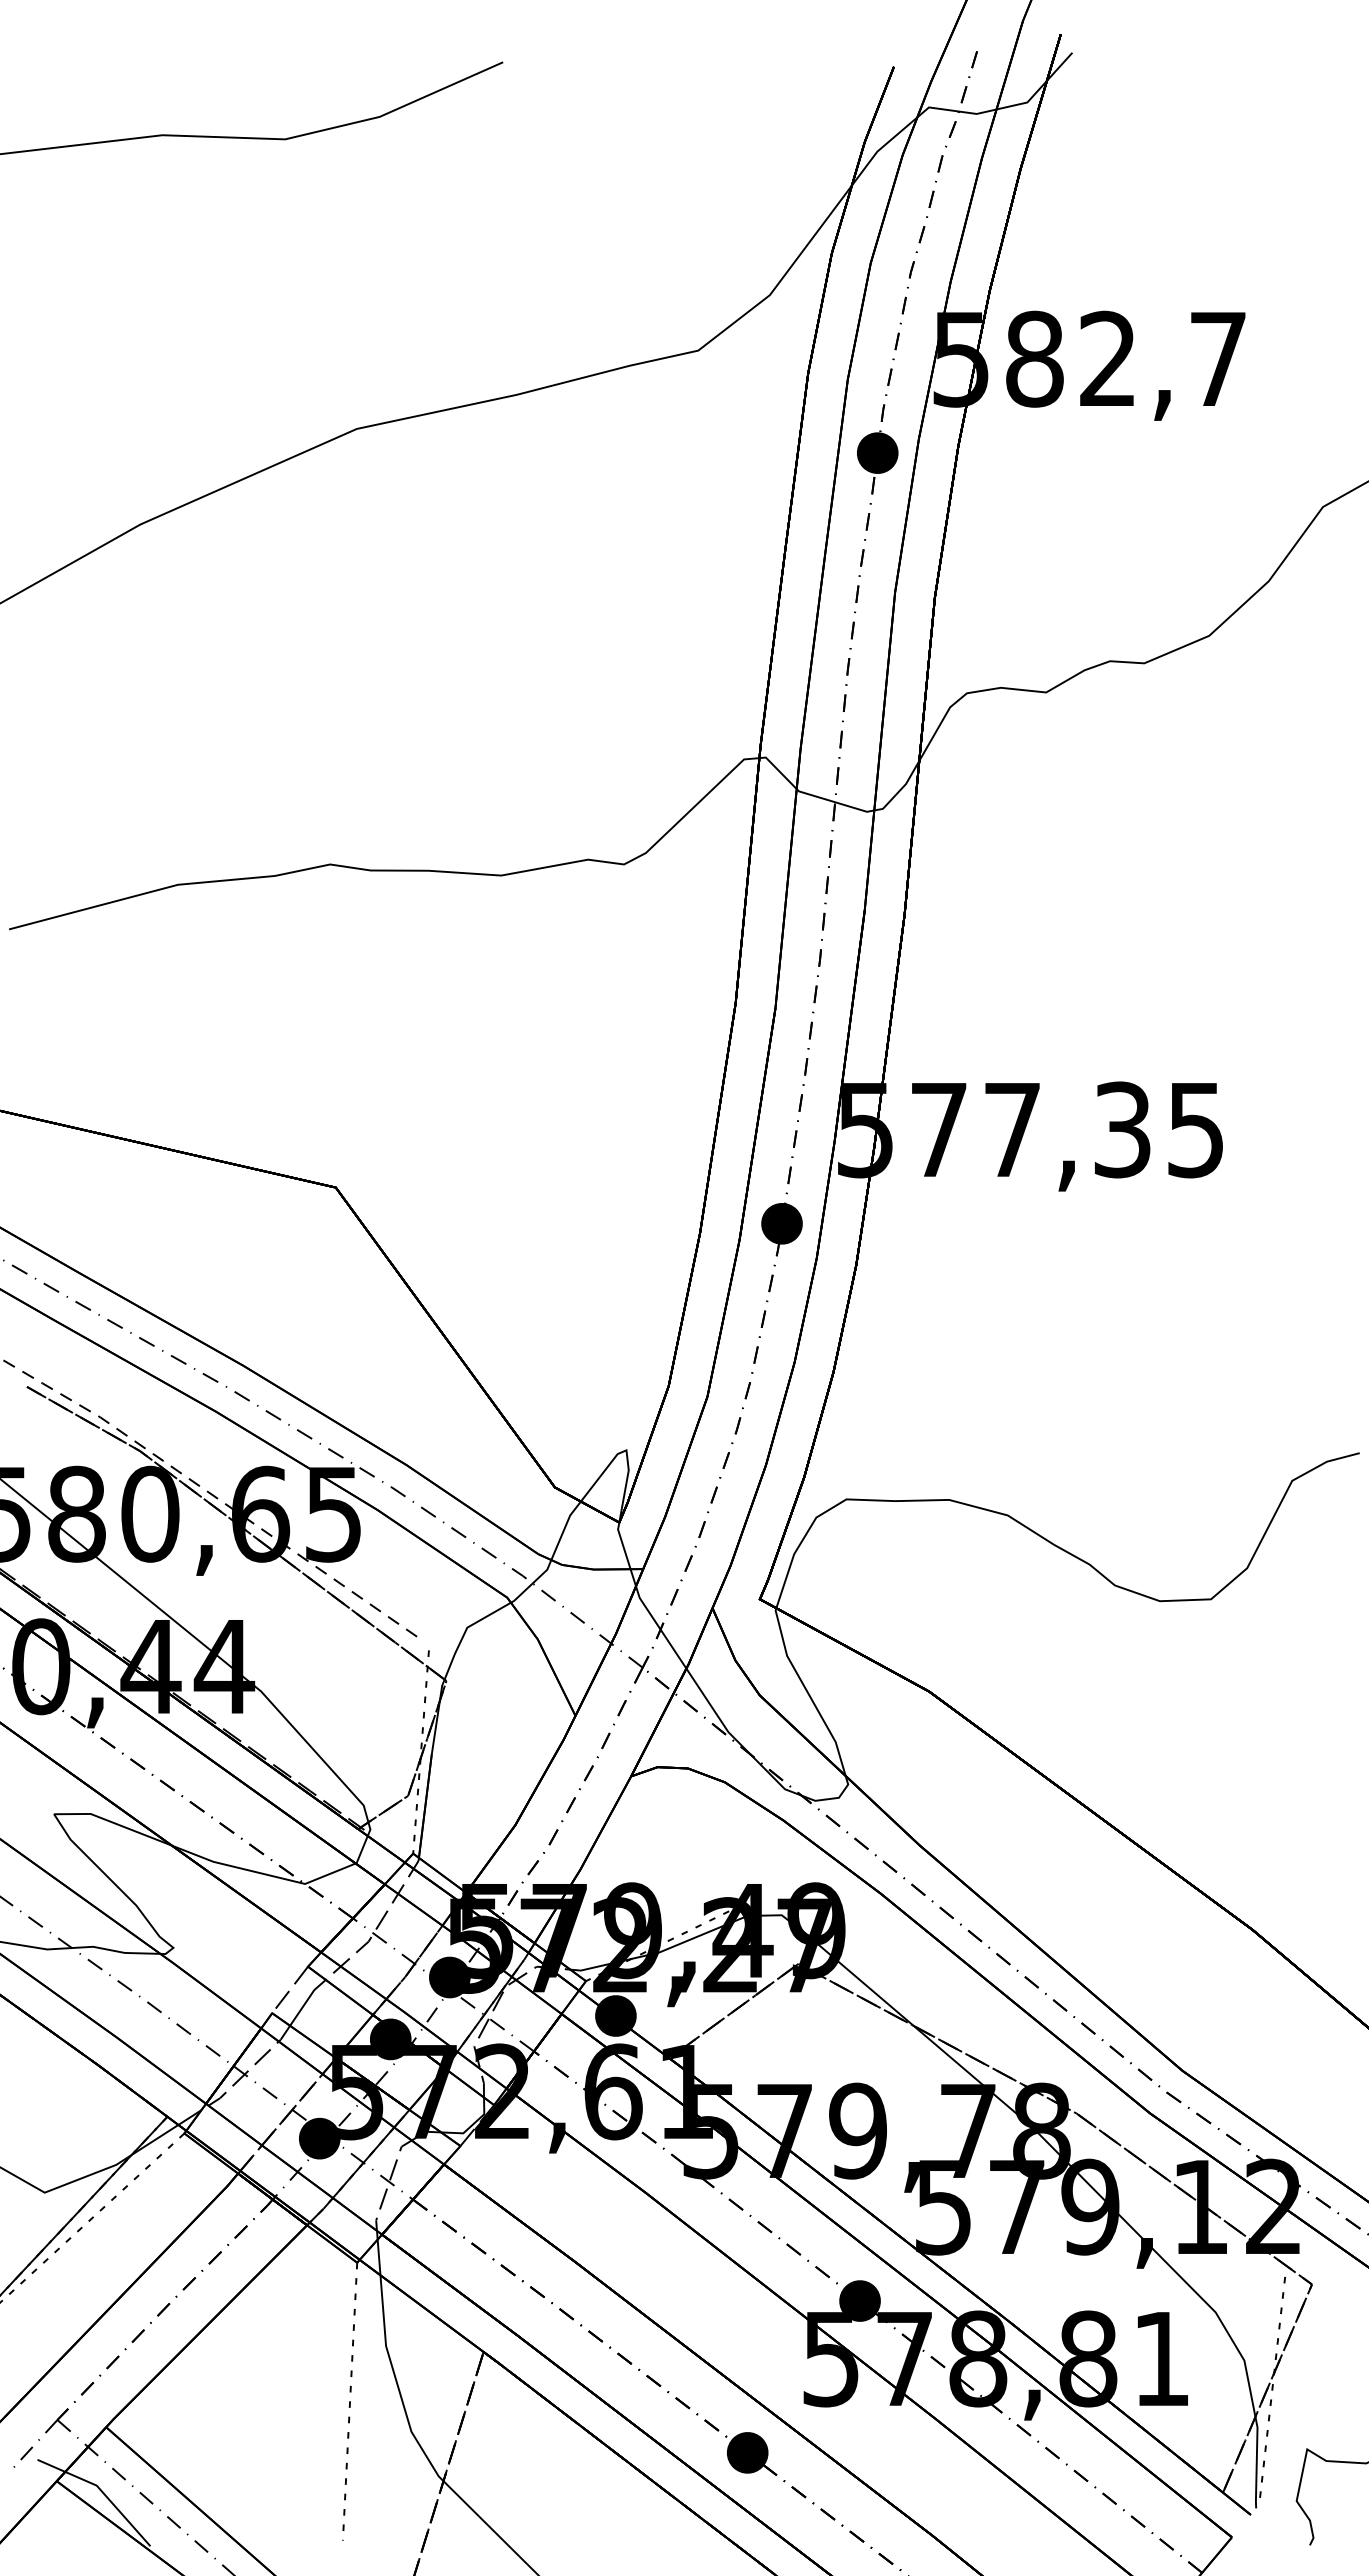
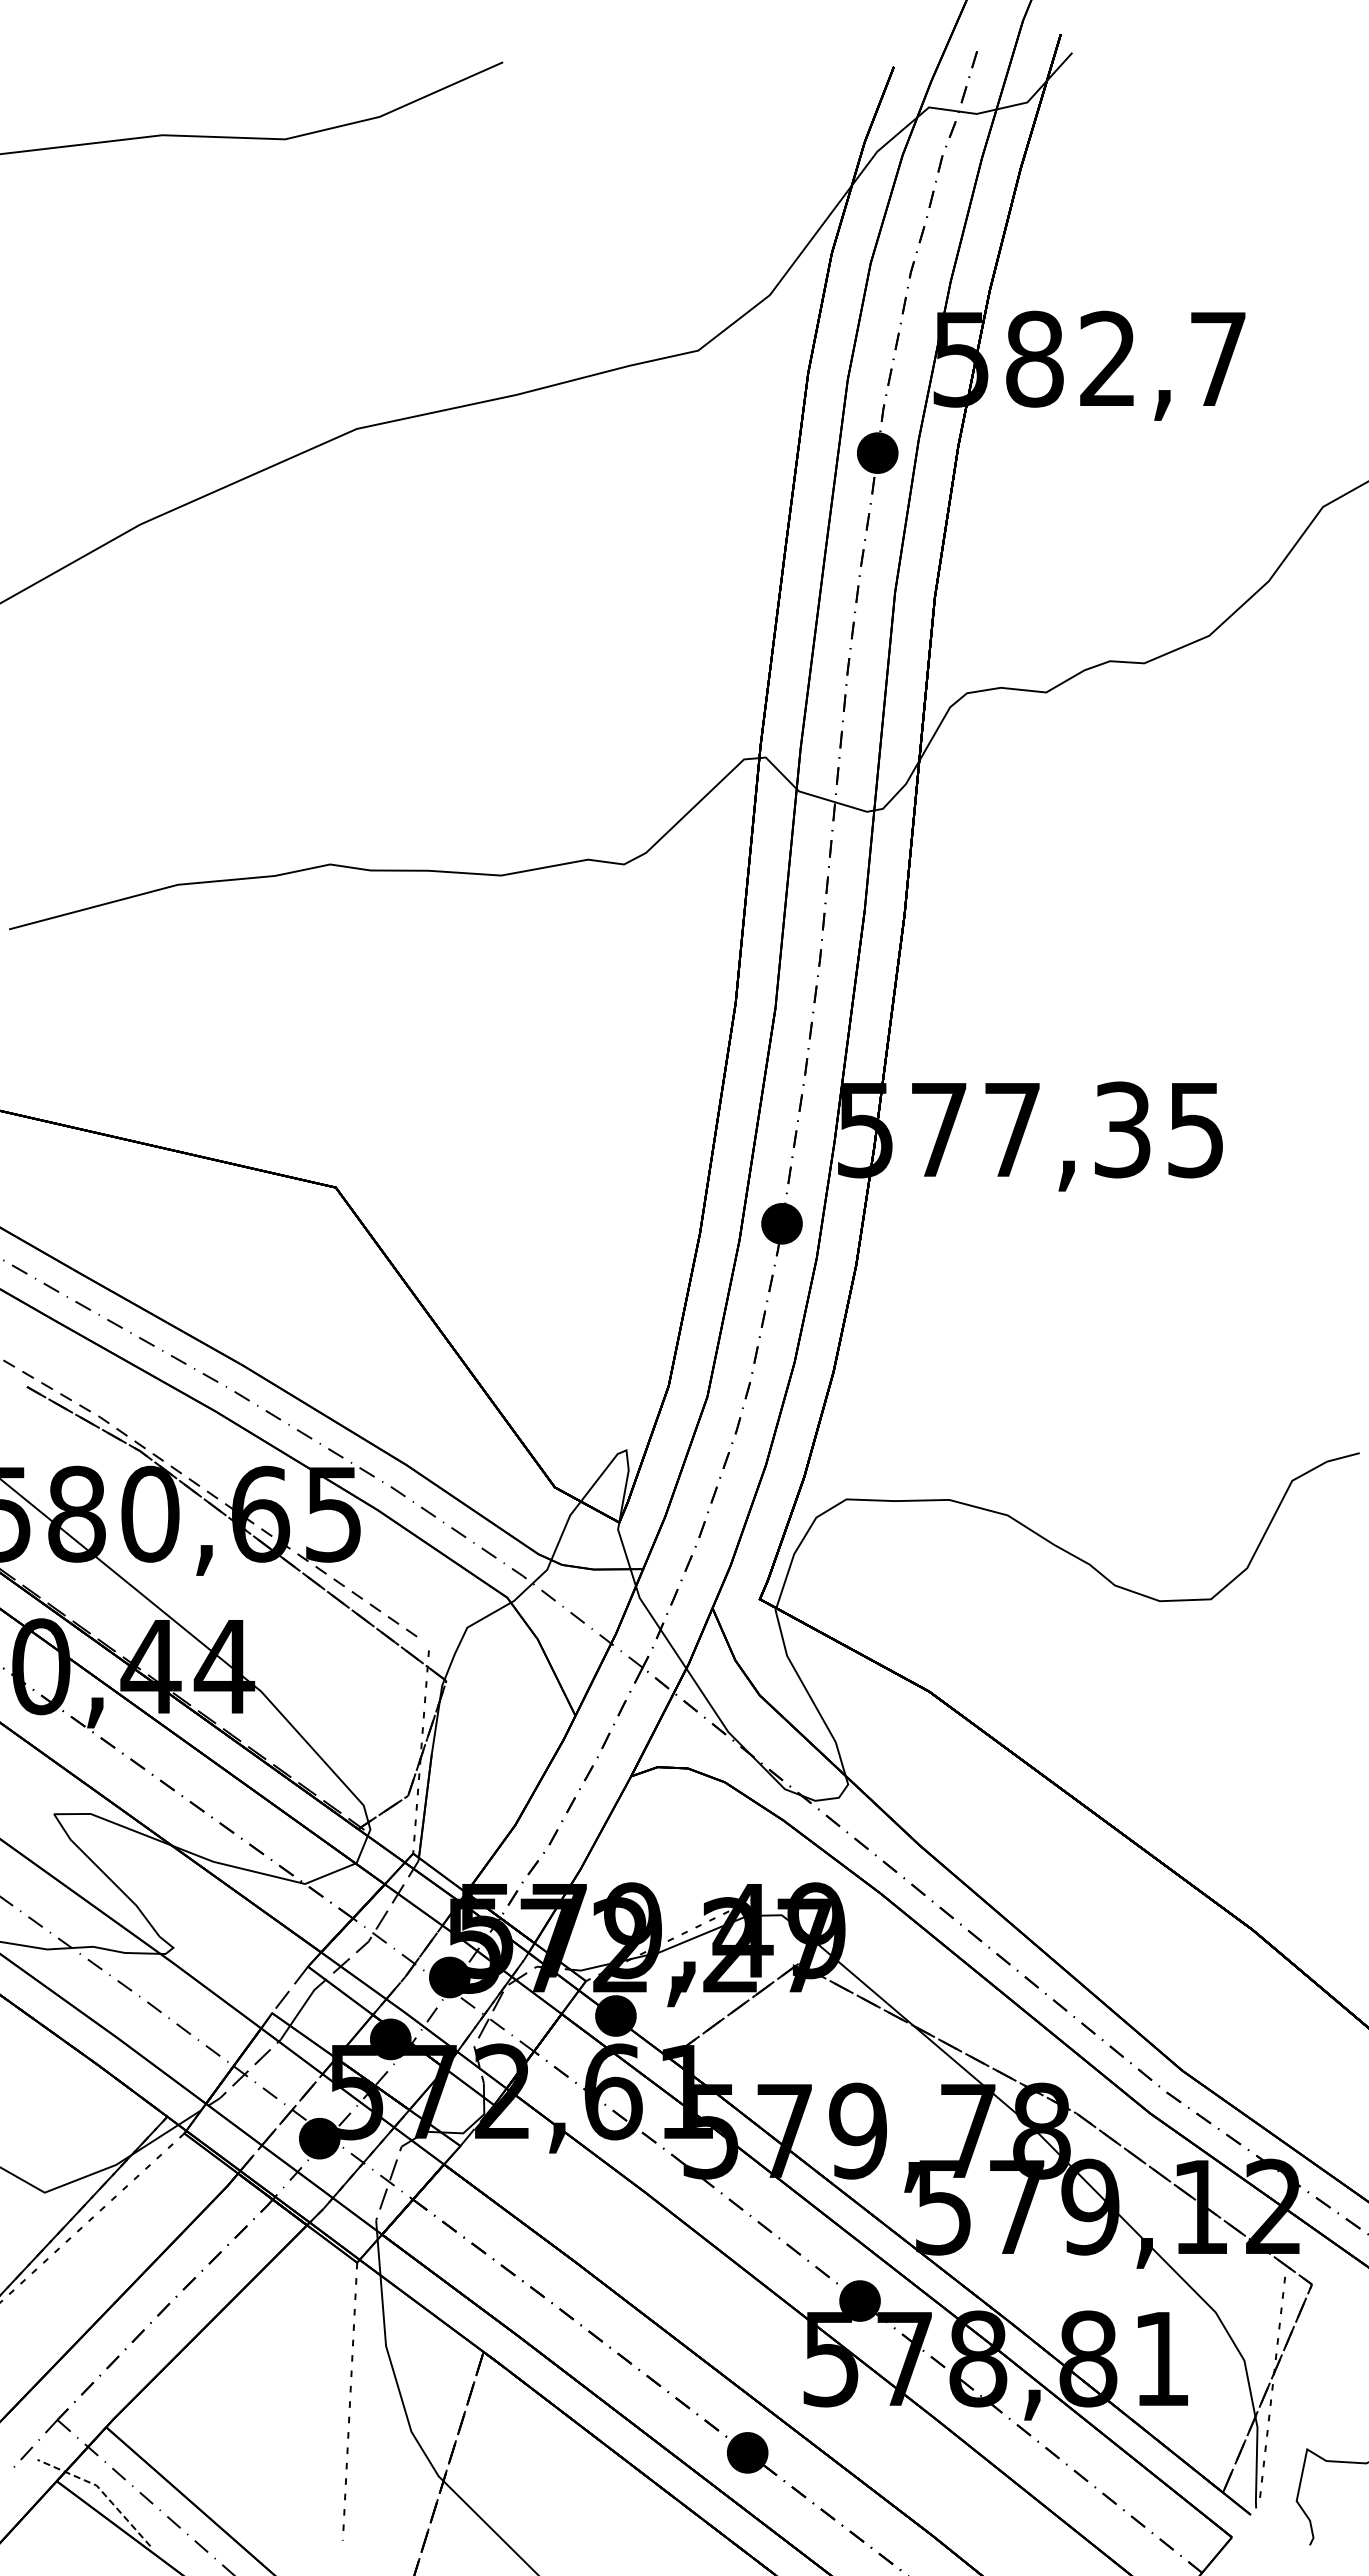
line at (101, 2491): solid -> dashed
